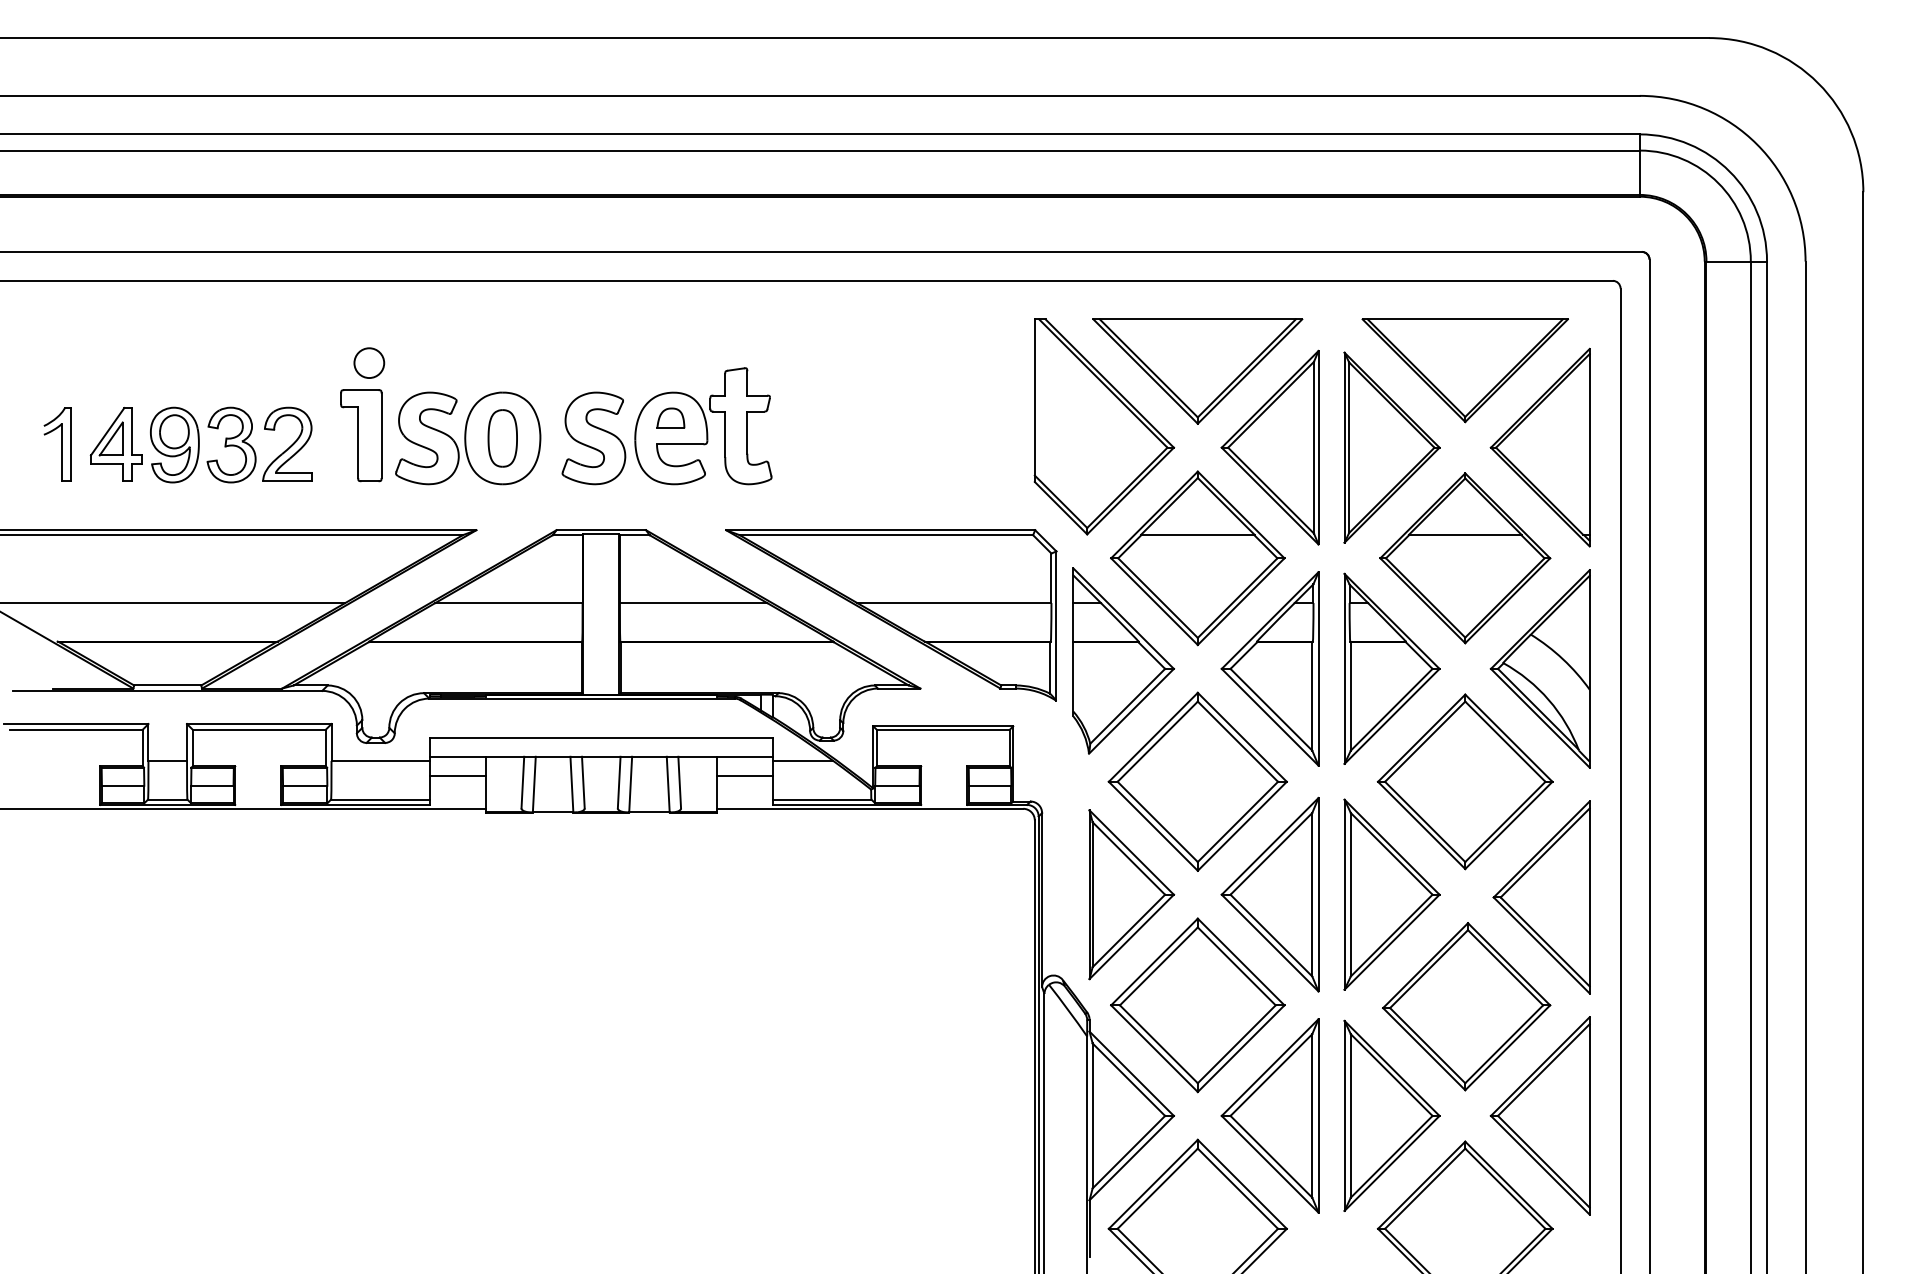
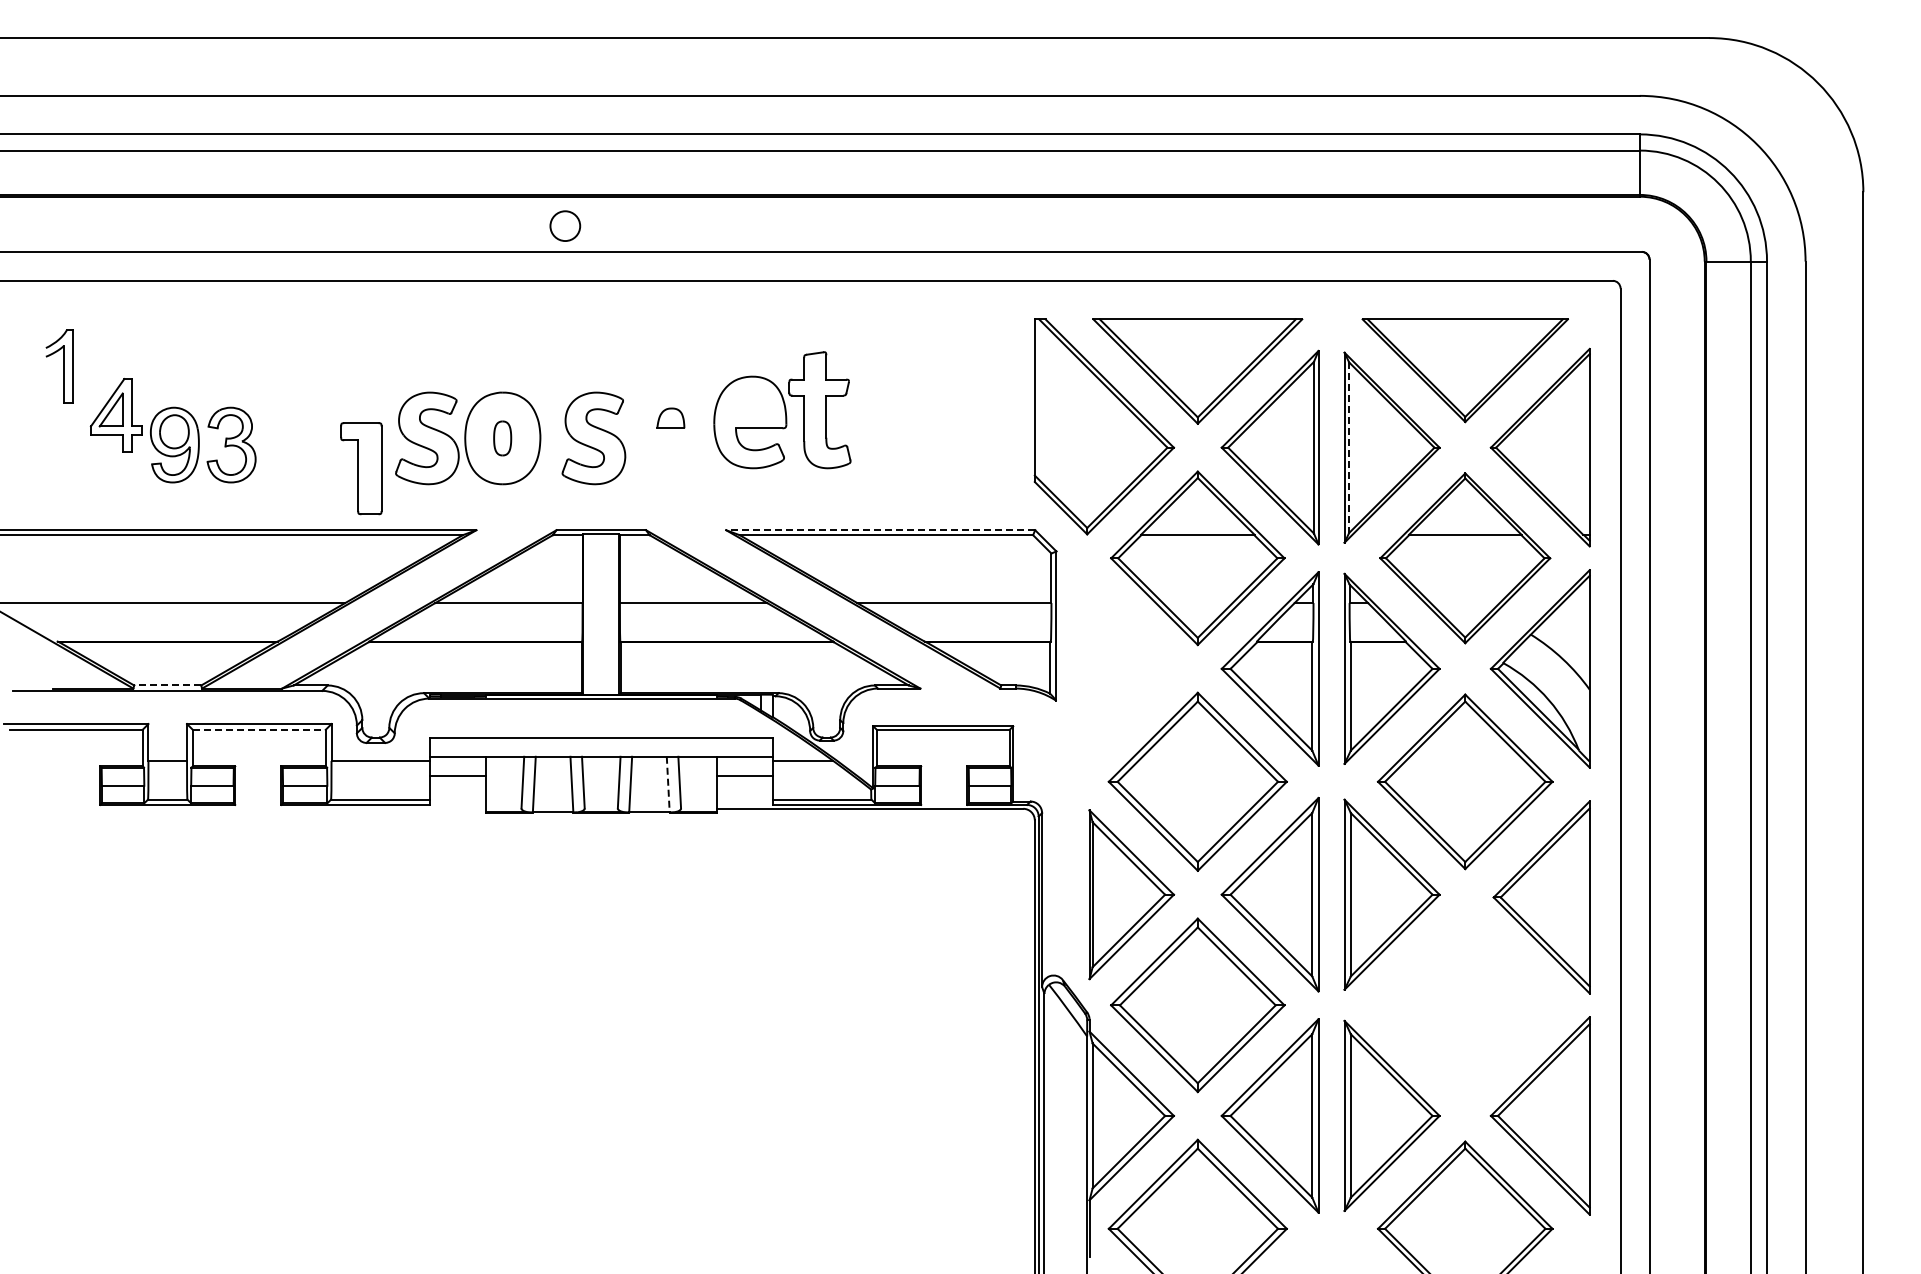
circle at (369, 362) position: (369, 362) -> (565, 225)
part at (703, 426) position: (703, 426) -> (782, 410)
part at (361, 435) position: (361, 435) -> (361, 468)
part at (502, 438) size: 31x59 px -> 20x37 px
part at (287, 443): present -> none
part at (57, 444) position: (57, 444) -> (59, 366)
part at (115, 444) position: (115, 444) -> (115, 415)
line at (1349, 448): solid -> dashed
line at (880, 530): solid -> dashed
part at (1123, 660): present -> none
line at (167, 685): solid -> dashed
line at (259, 729): solid -> dashed
line at (668, 784): solid -> dashed
line at (243, 808): present -> none
part at (1466, 1006): present -> none
